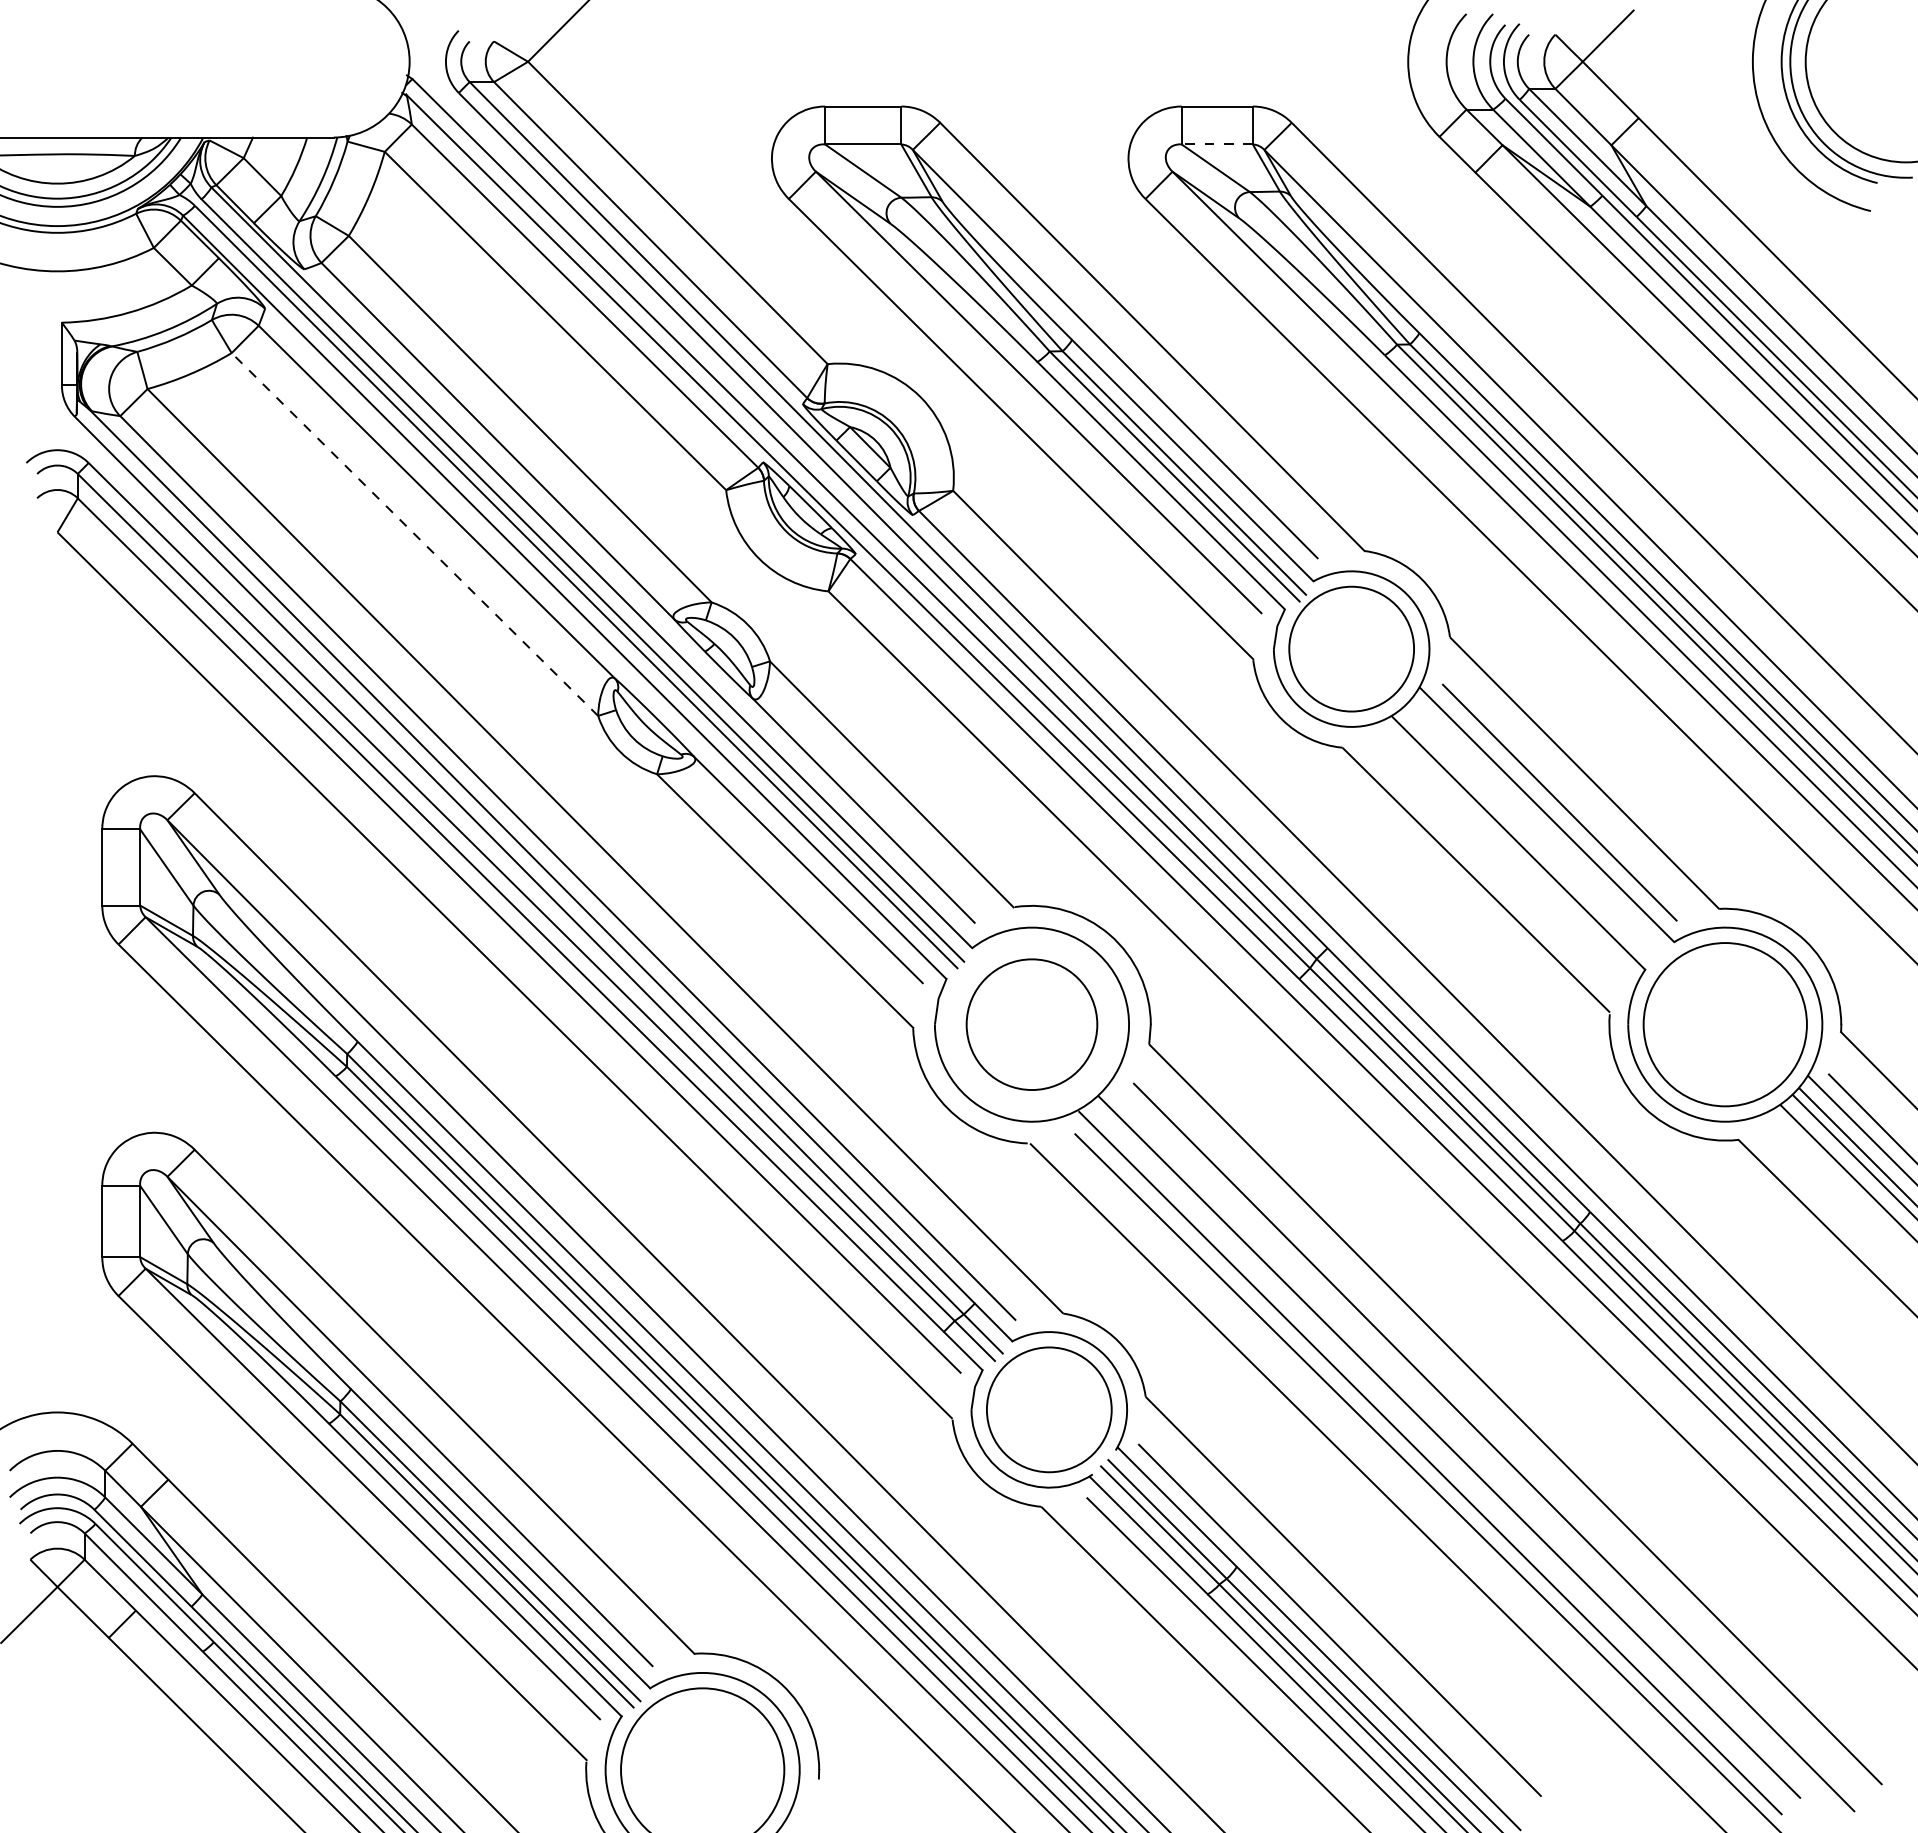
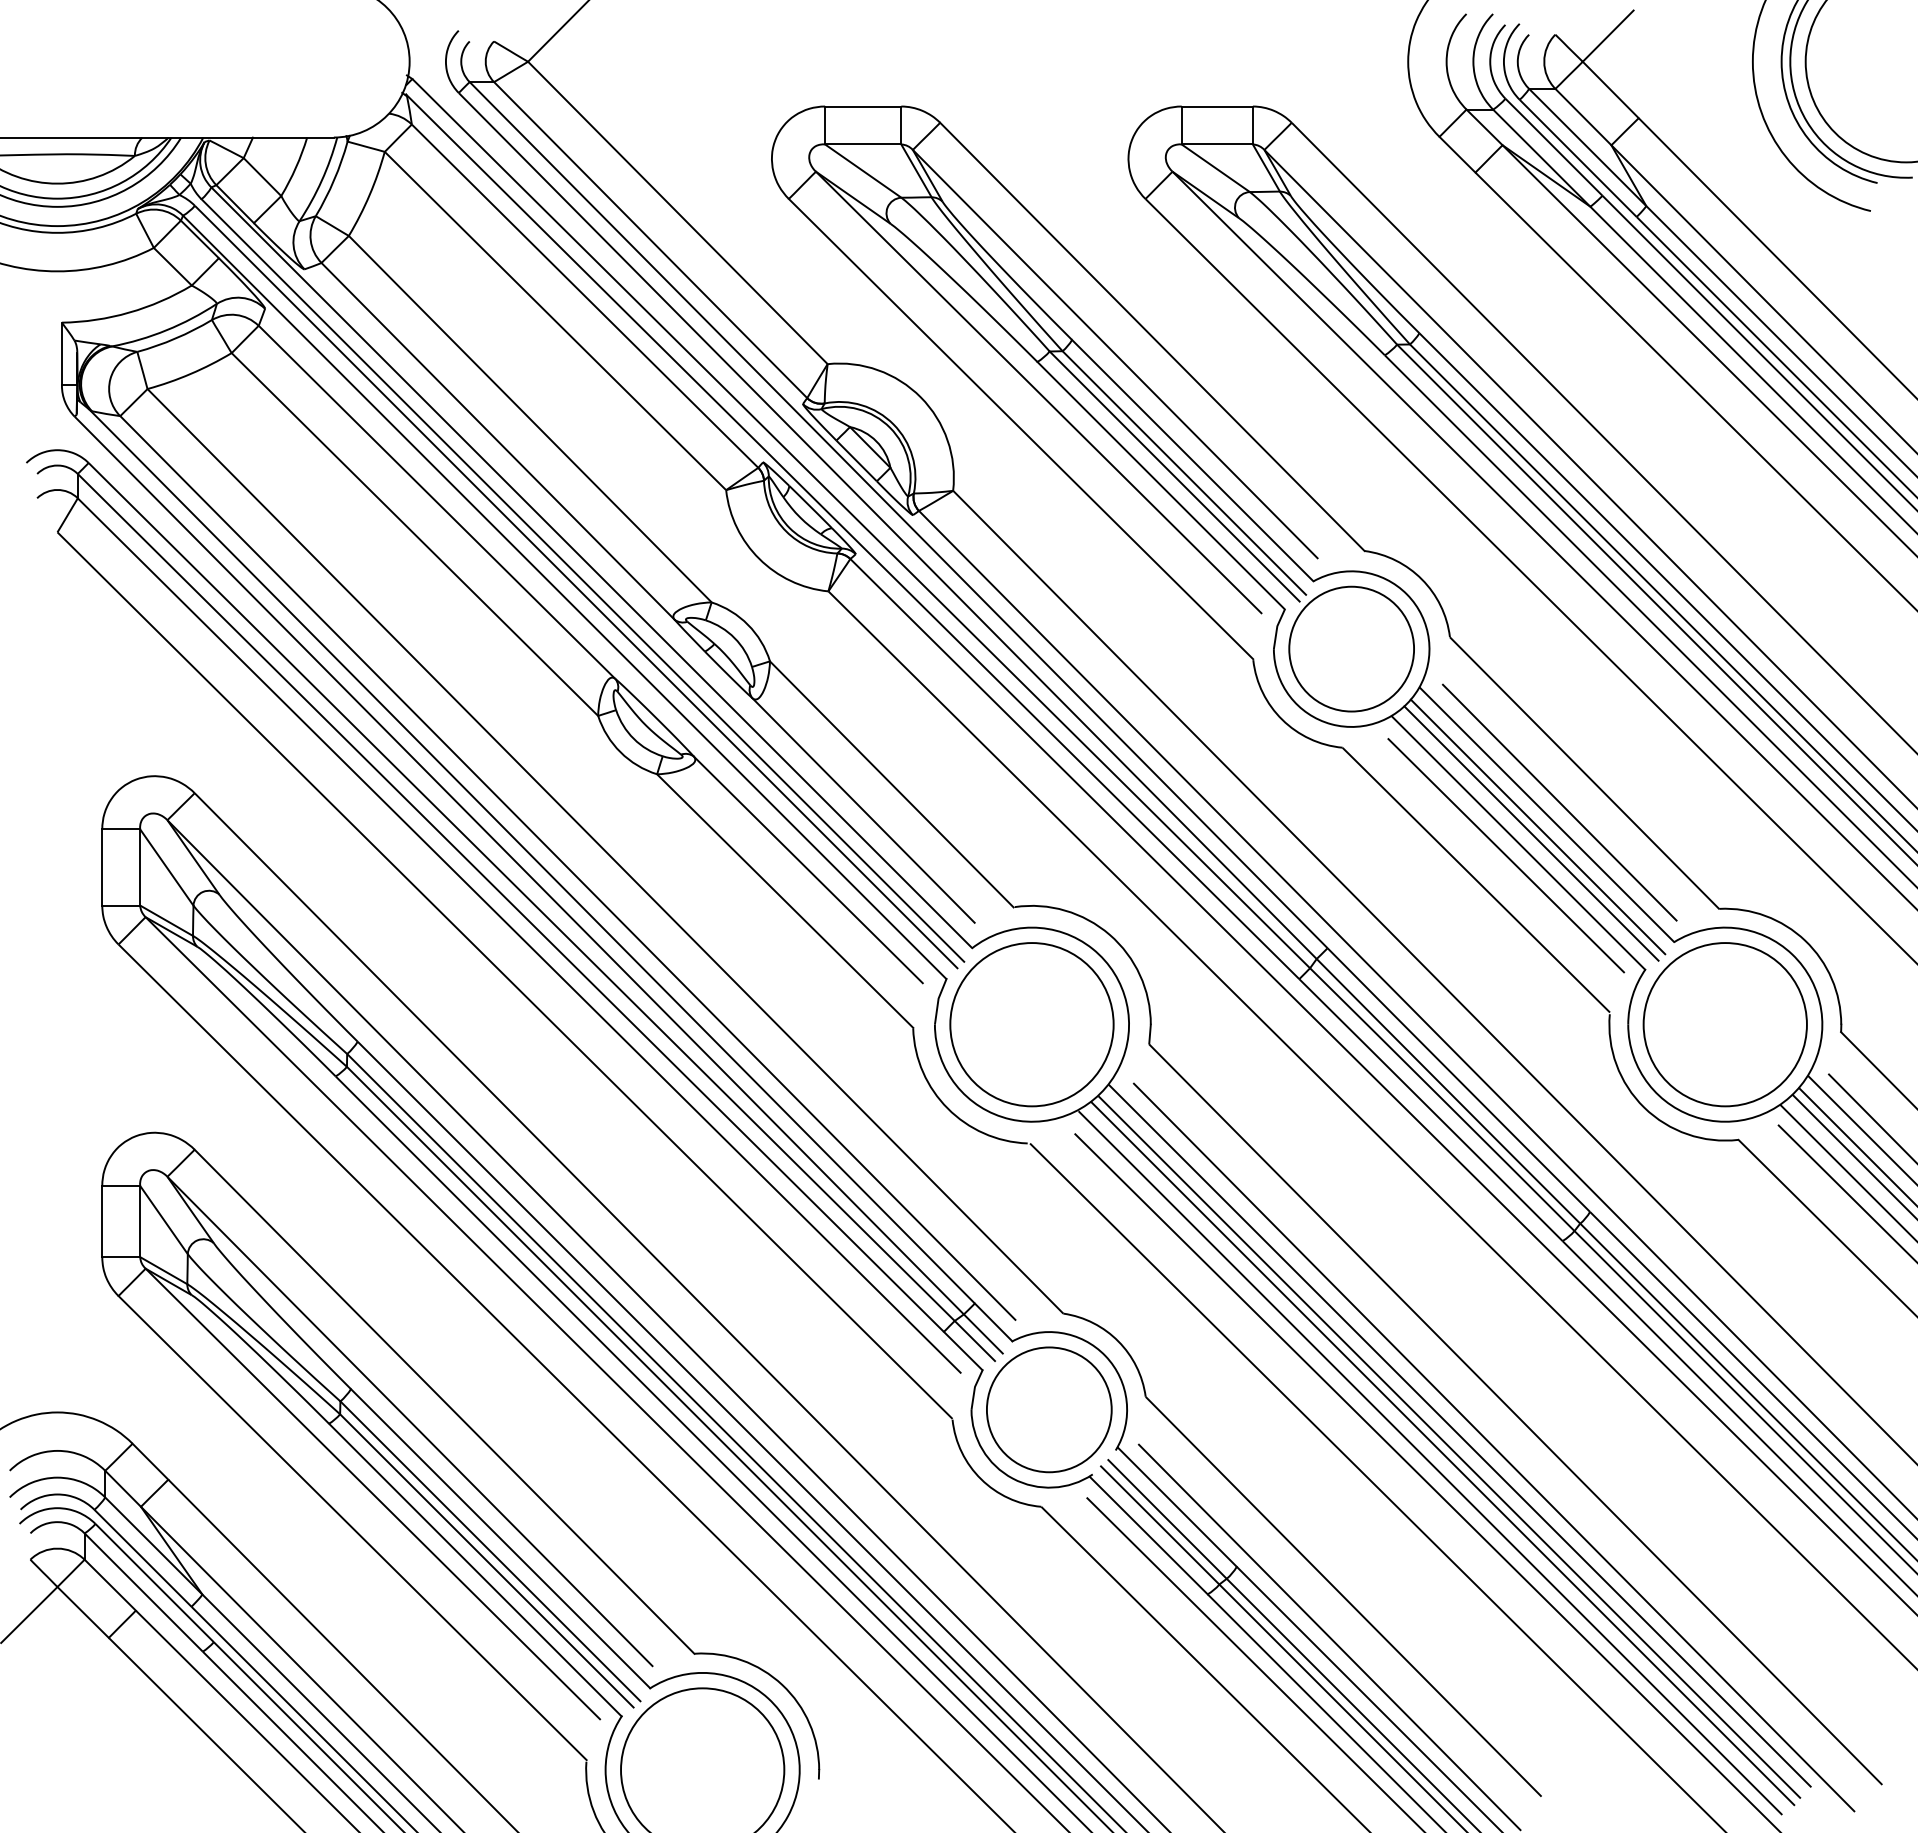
line at (1217, 144): dashed -> solid
line at (414, 534): dashed -> solid
line at (1537, 826): none -> present
line at (1531, 833): none -> present
line at (1506, 855): none -> present
circle at (1031, 1024) diameter: 131 px -> 163 px
line at (1846, 1192): none -> present
line at (1459, 1435): none -> present
line at (1442, 1453): none -> present
